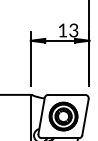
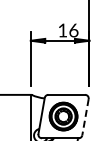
text at (73, 29): 13 -> 16
line at (85, 117): solid -> dashed
